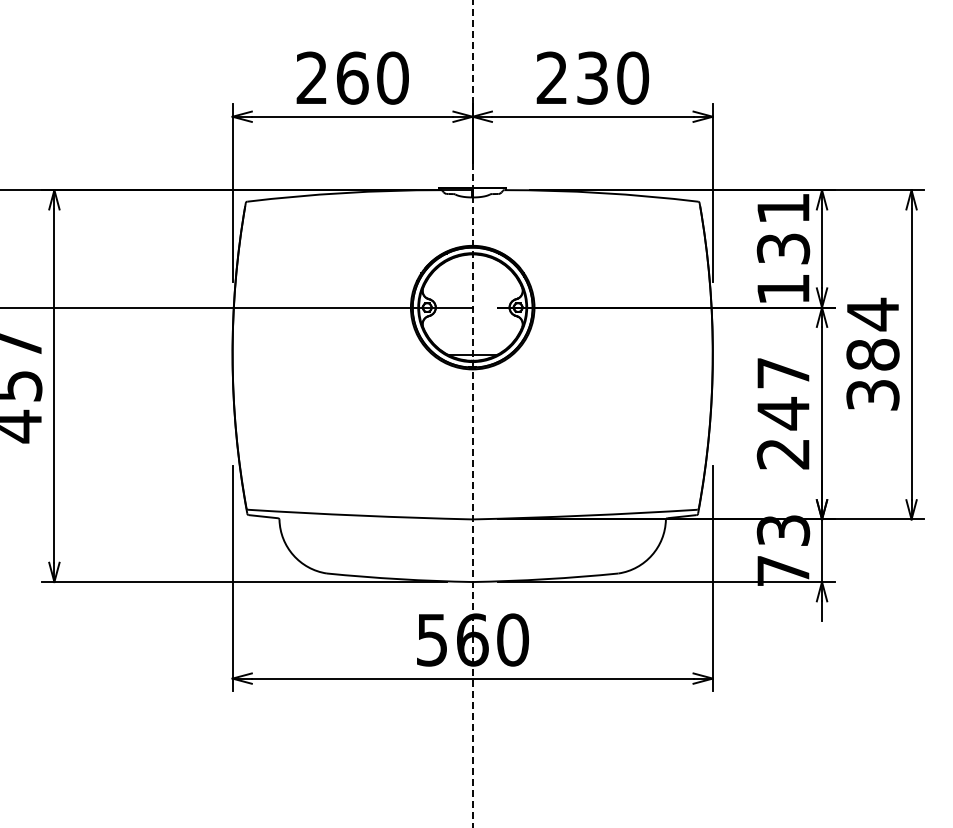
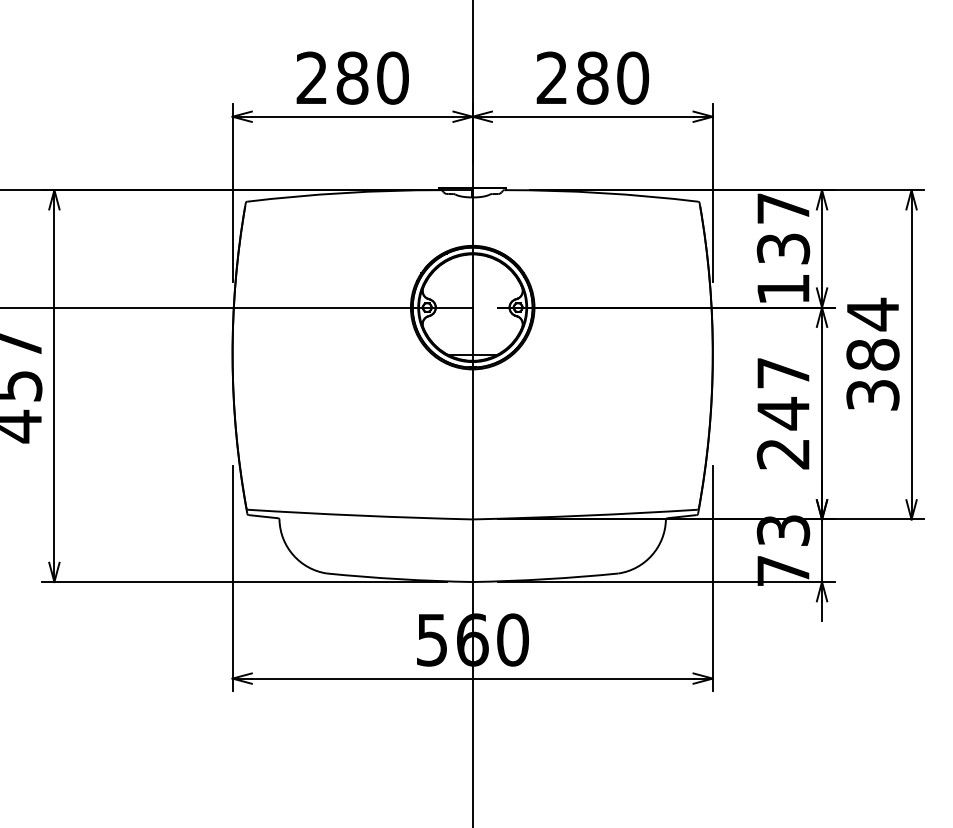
text at (352, 77): 260 -> 280
text at (592, 77): 230 -> 280
text at (783, 208): 131 -> 137
line at (472, 413): dashed -> solid
